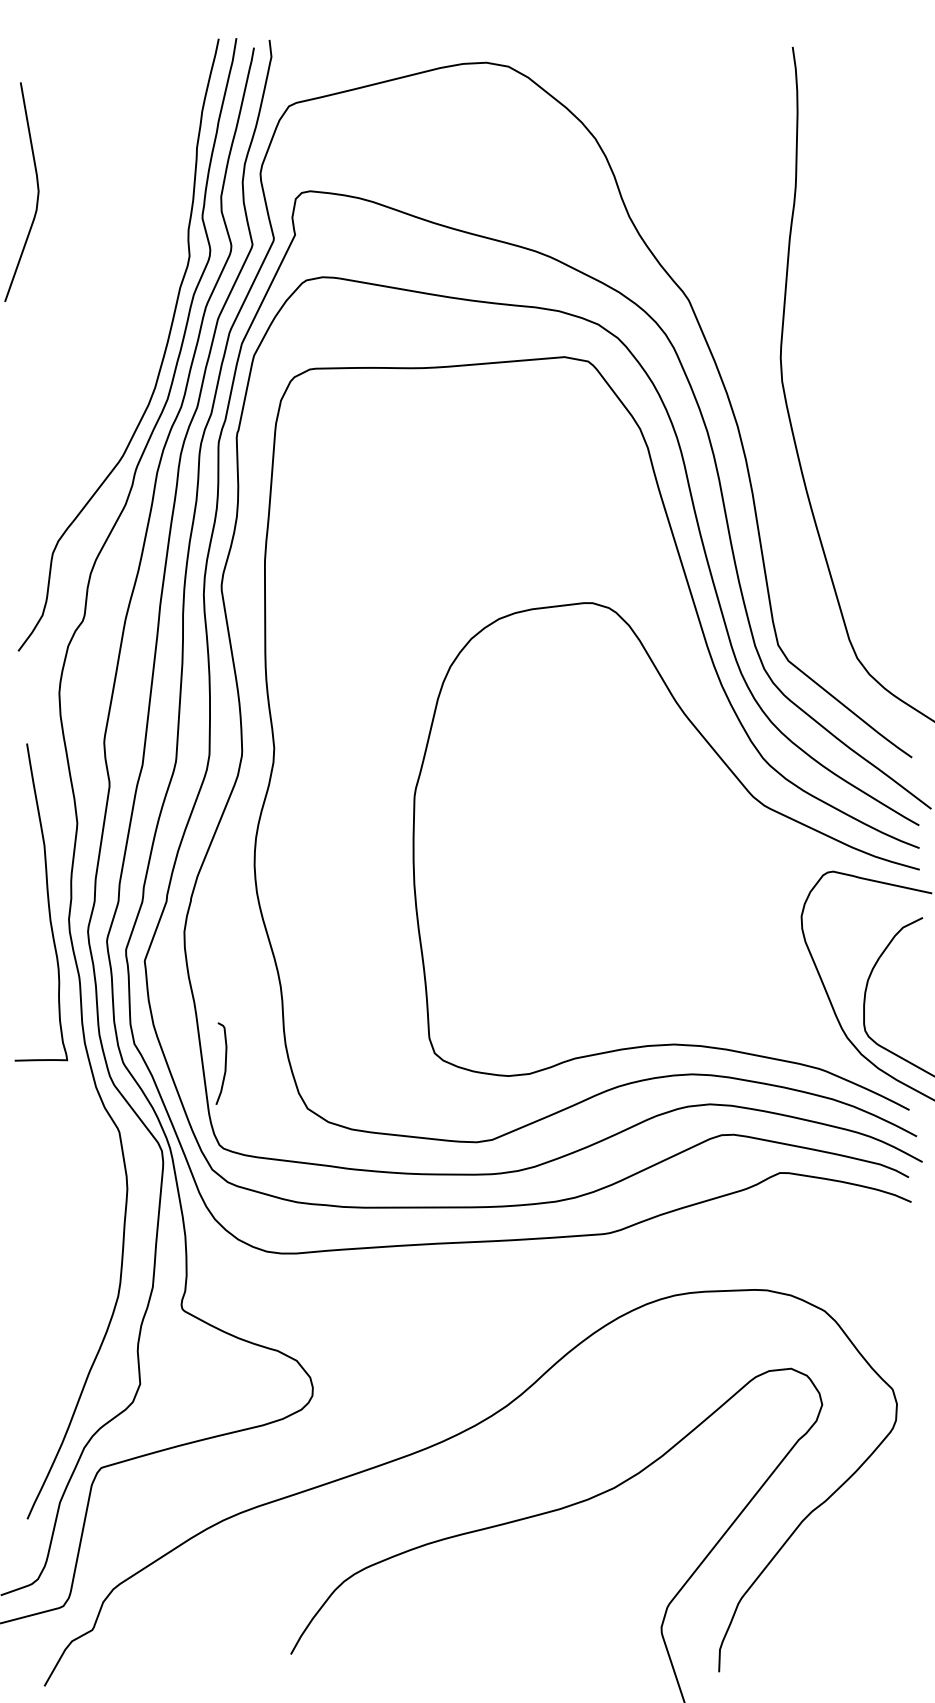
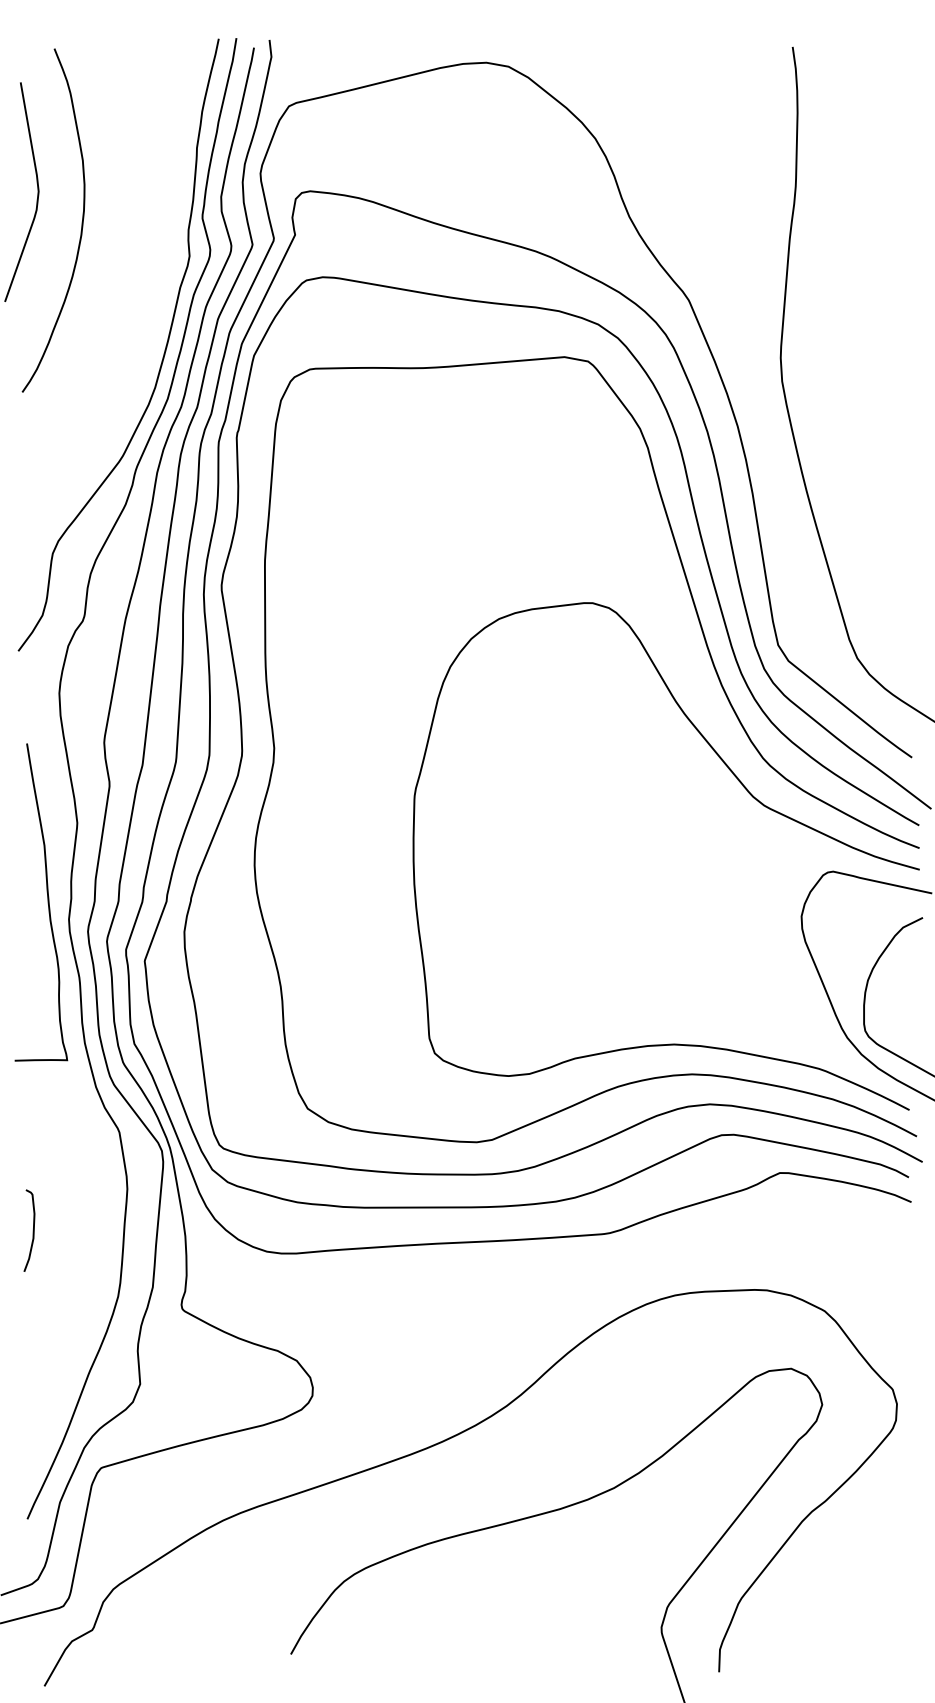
curve at (81, 222): none -> present
curve at (224, 1063) position: (224, 1063) -> (32, 1230)
